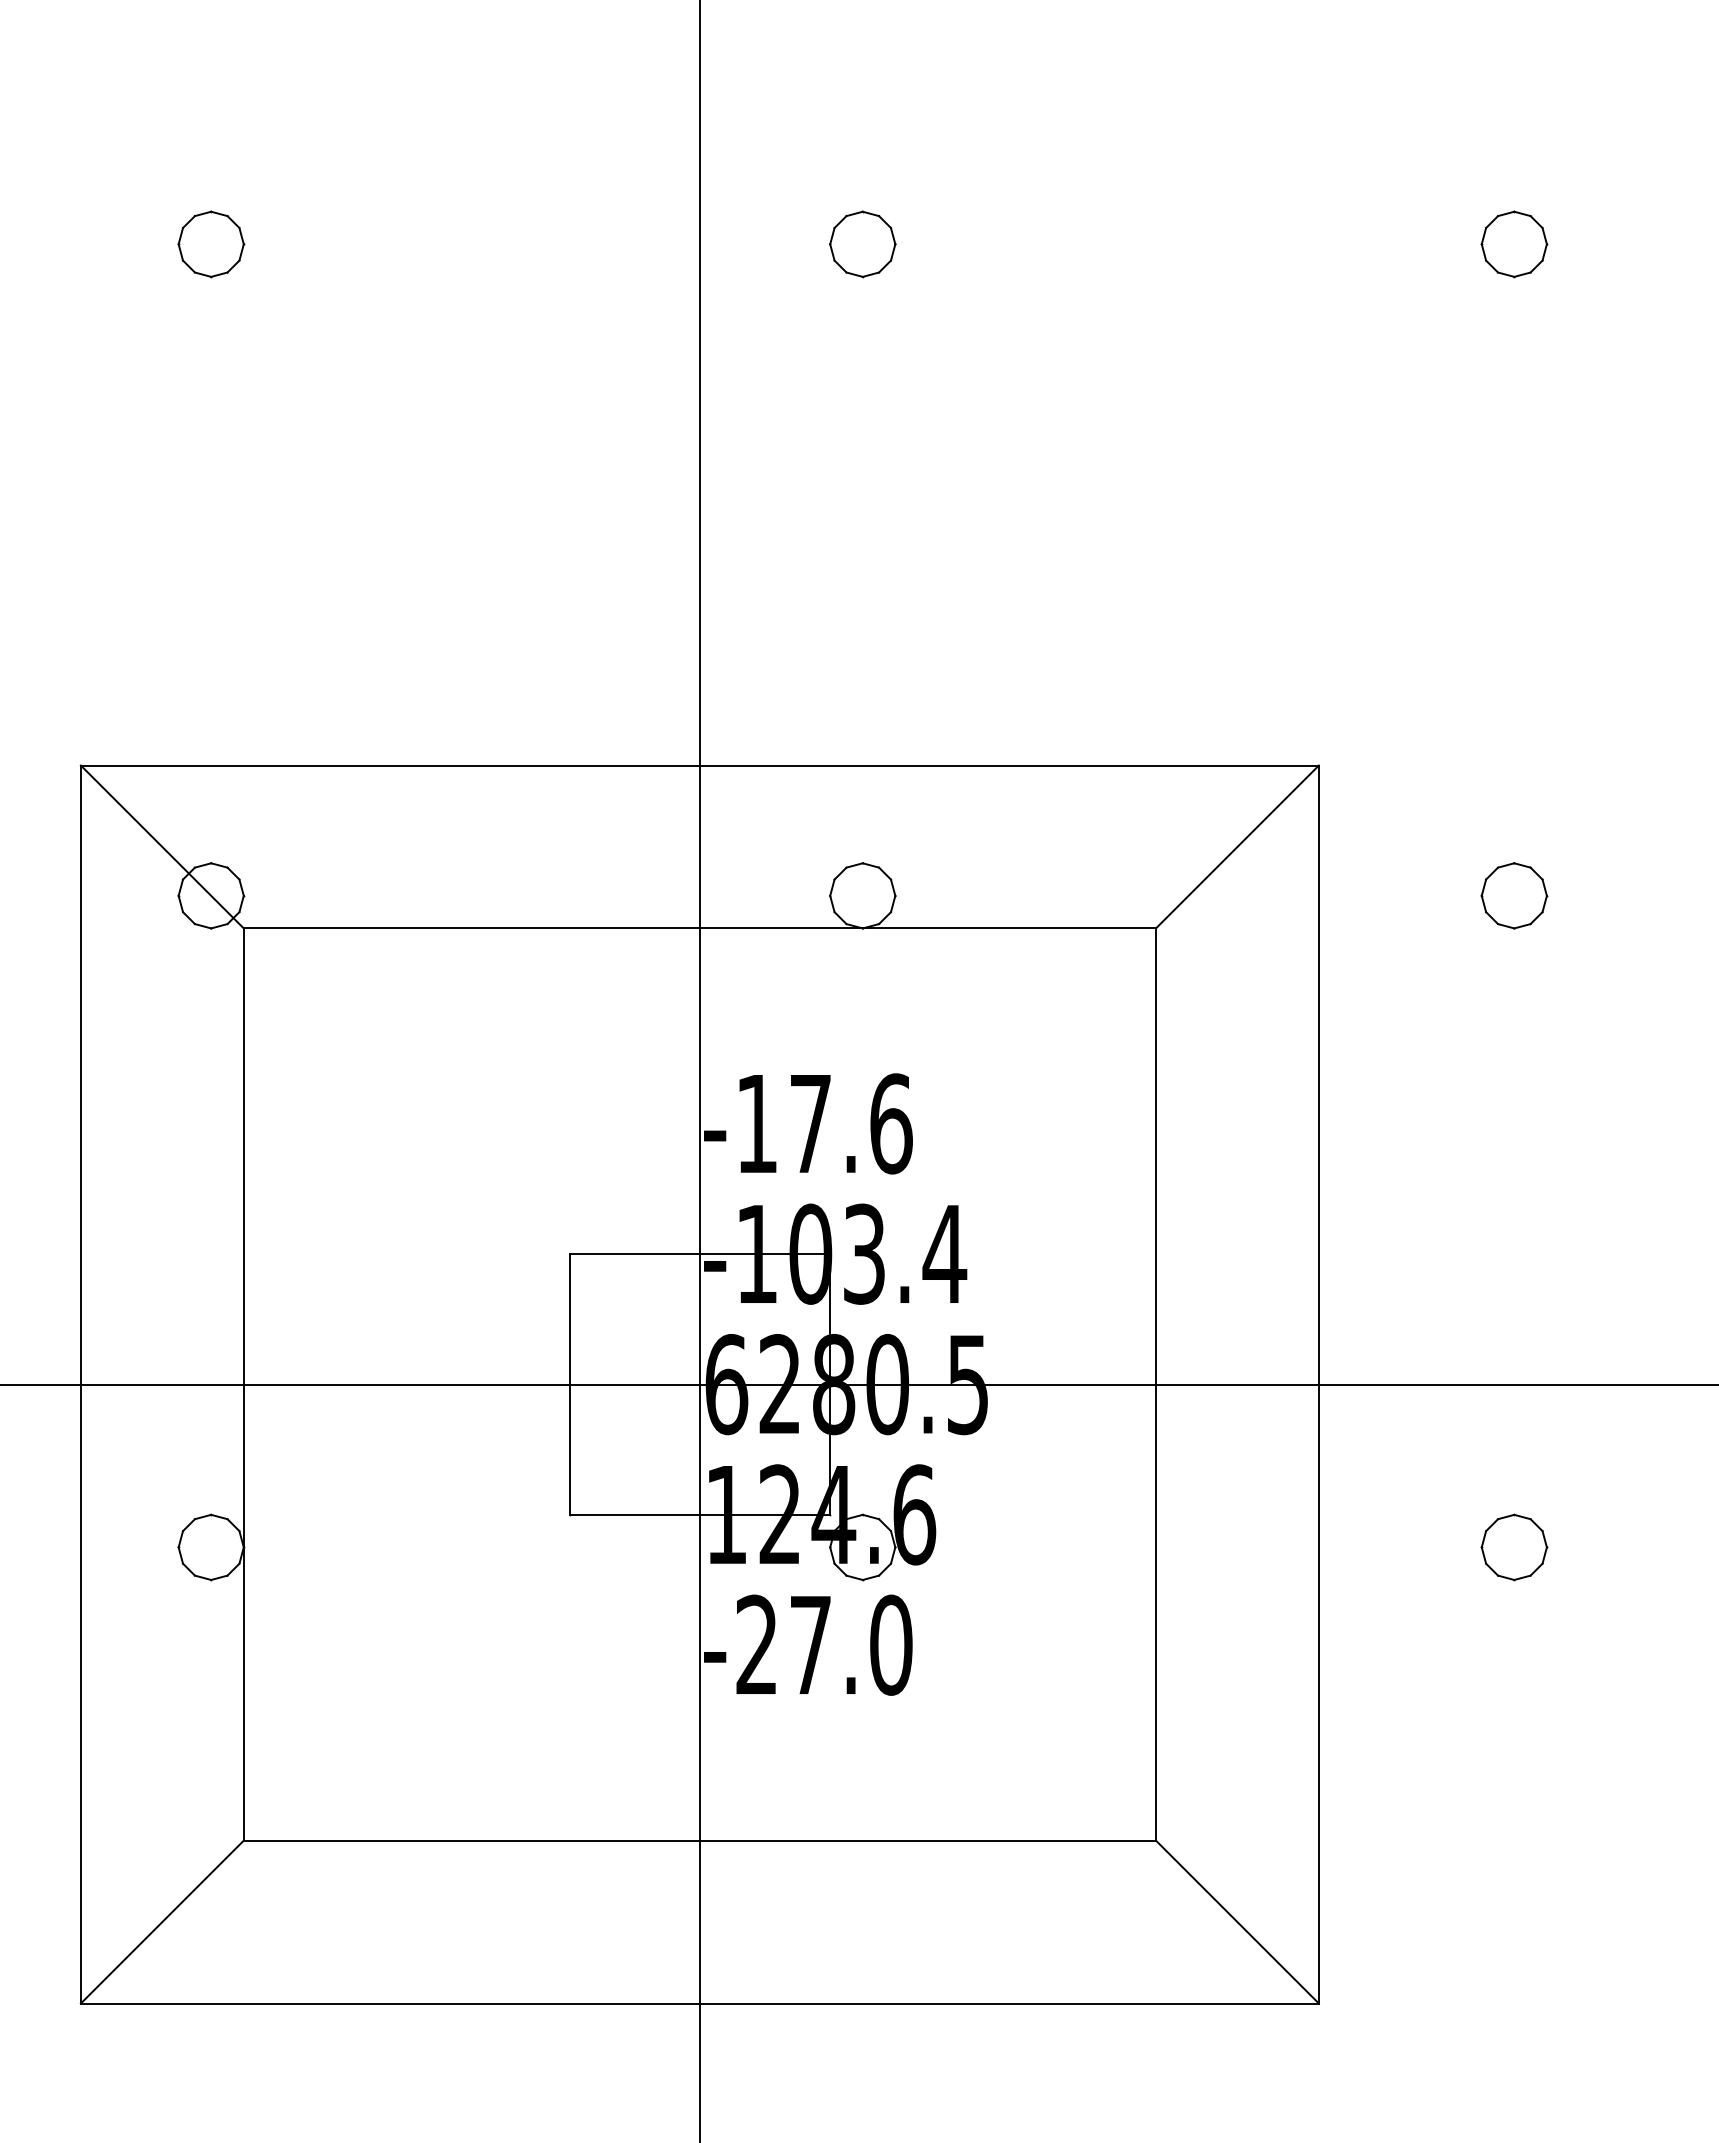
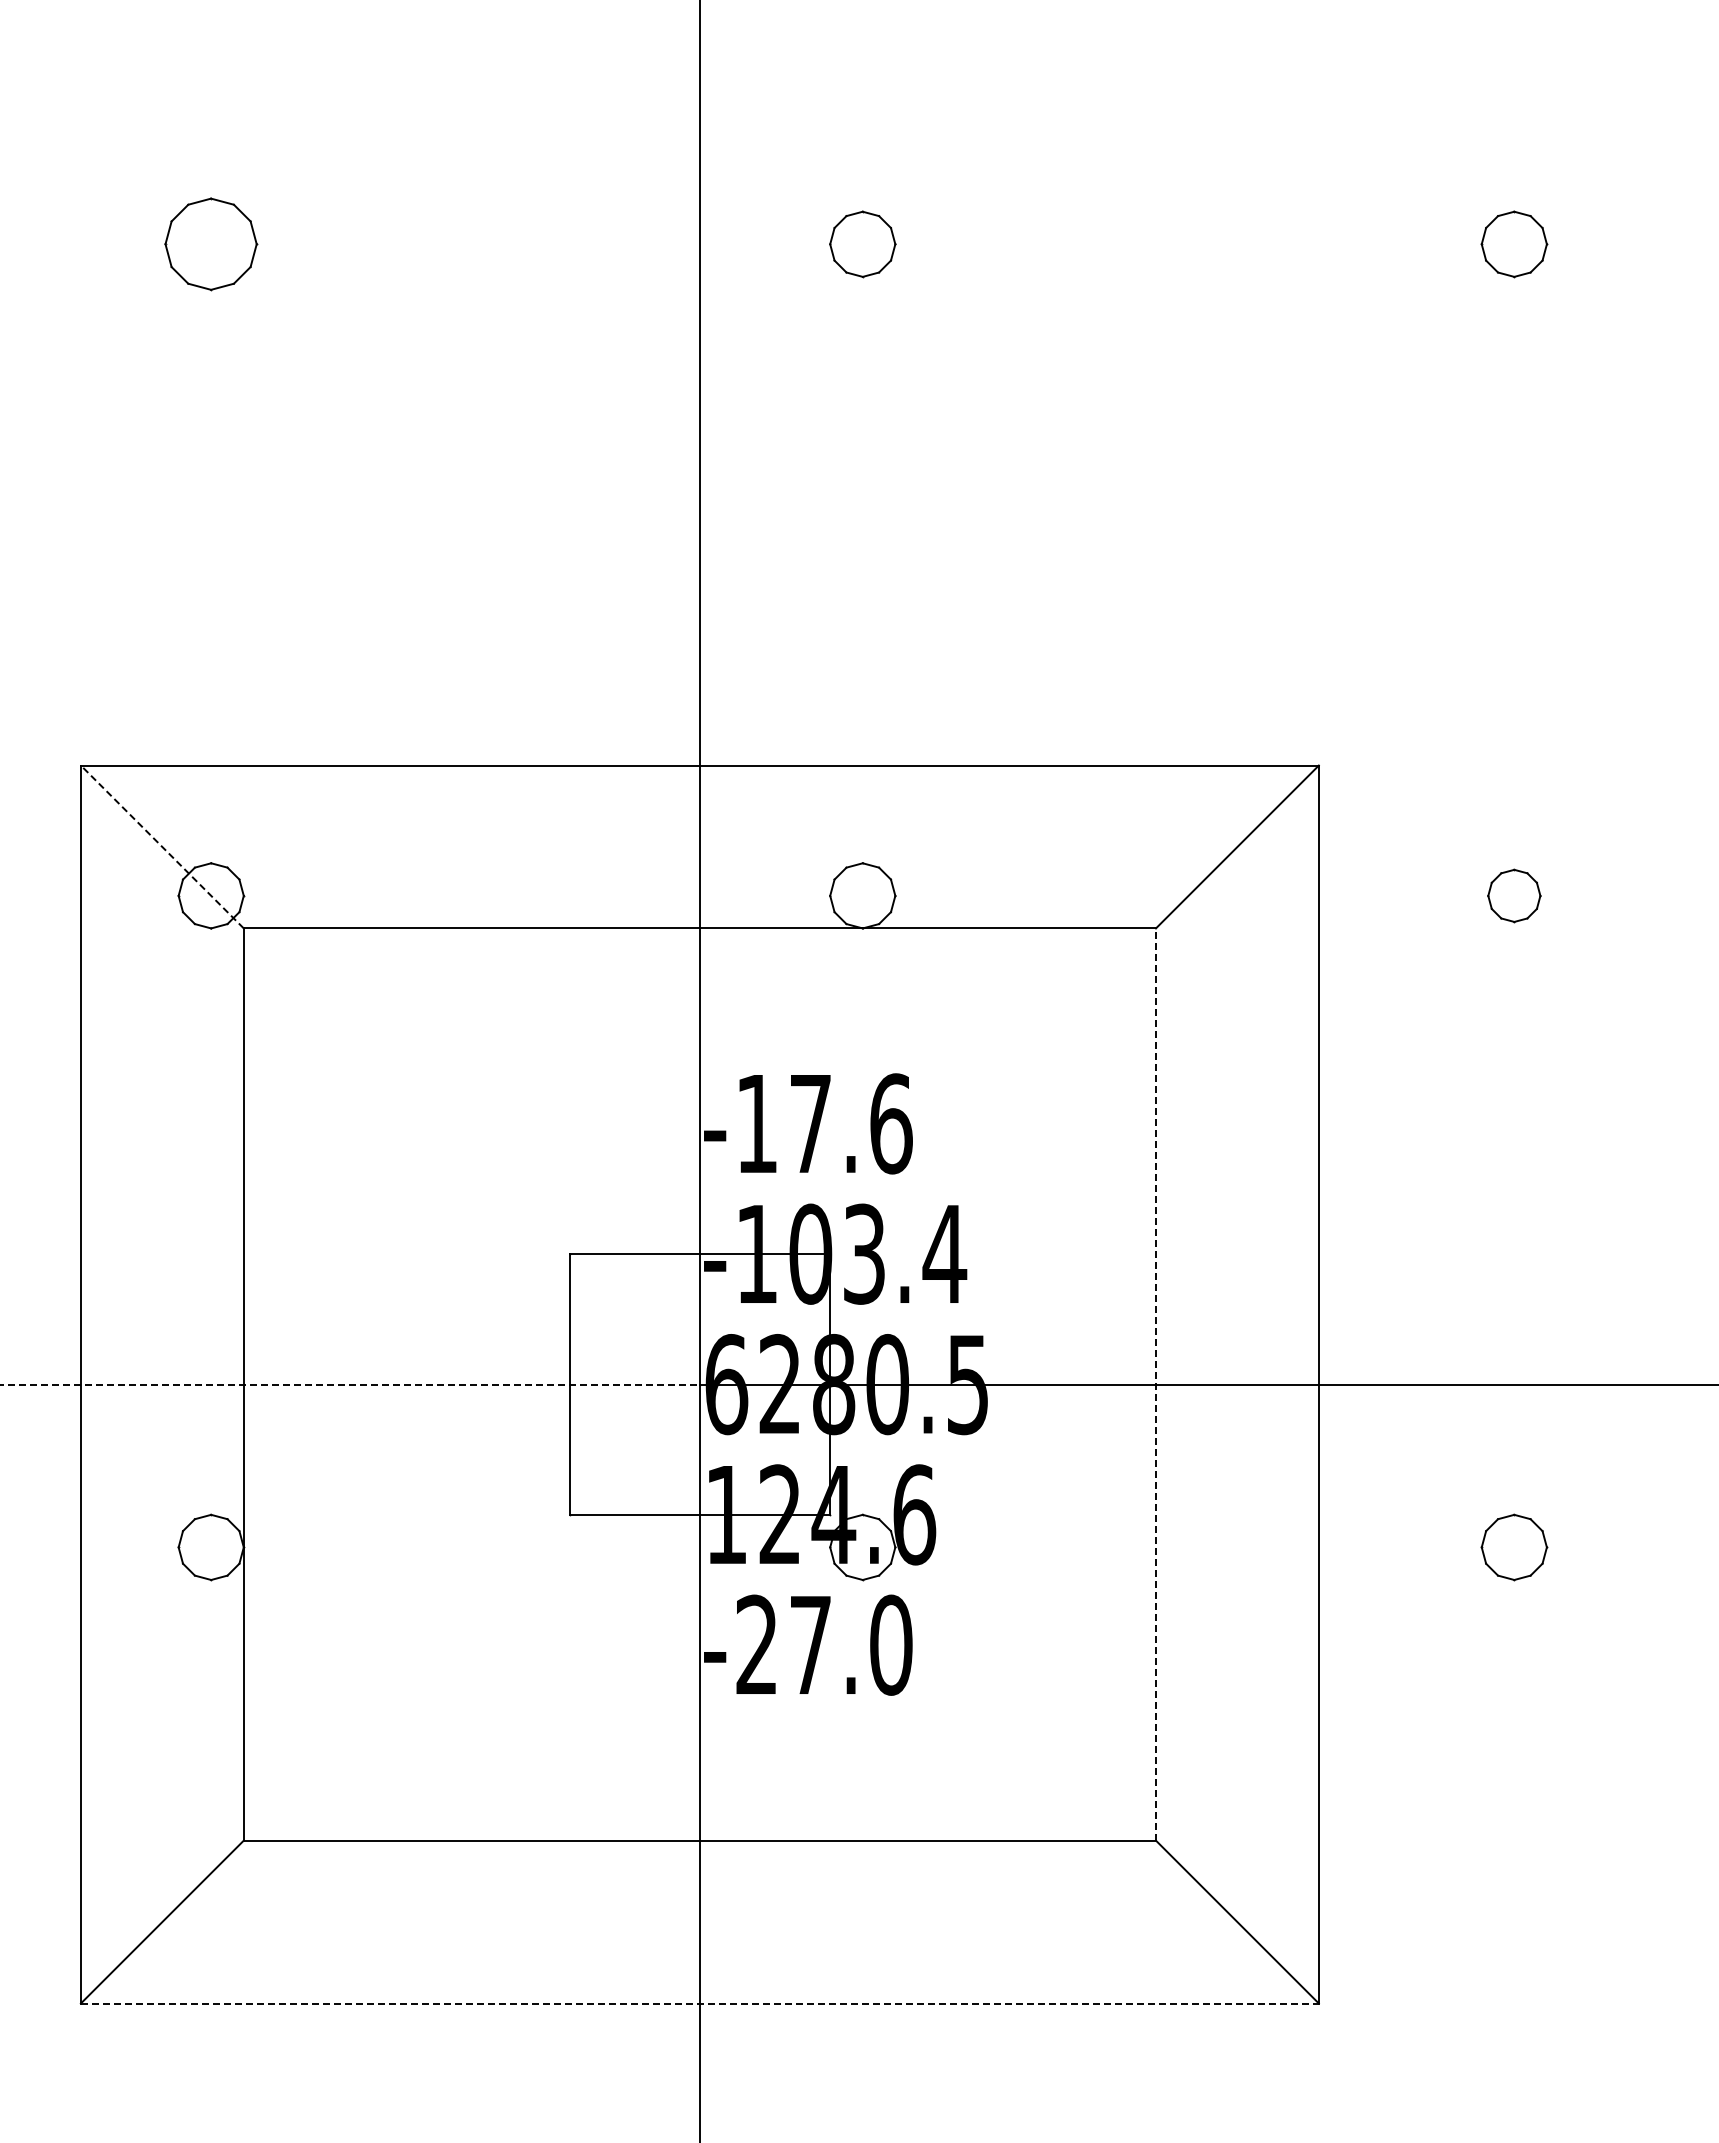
part at (211, 244) size: 69x69 px -> 95x95 px
line at (162, 846): solid -> dashed
part at (1514, 895) size: 69x68 px -> 55x56 px
line at (350, 1384): solid -> dashed
line at (1155, 1384): solid -> dashed
line at (699, 2003): solid -> dashed
